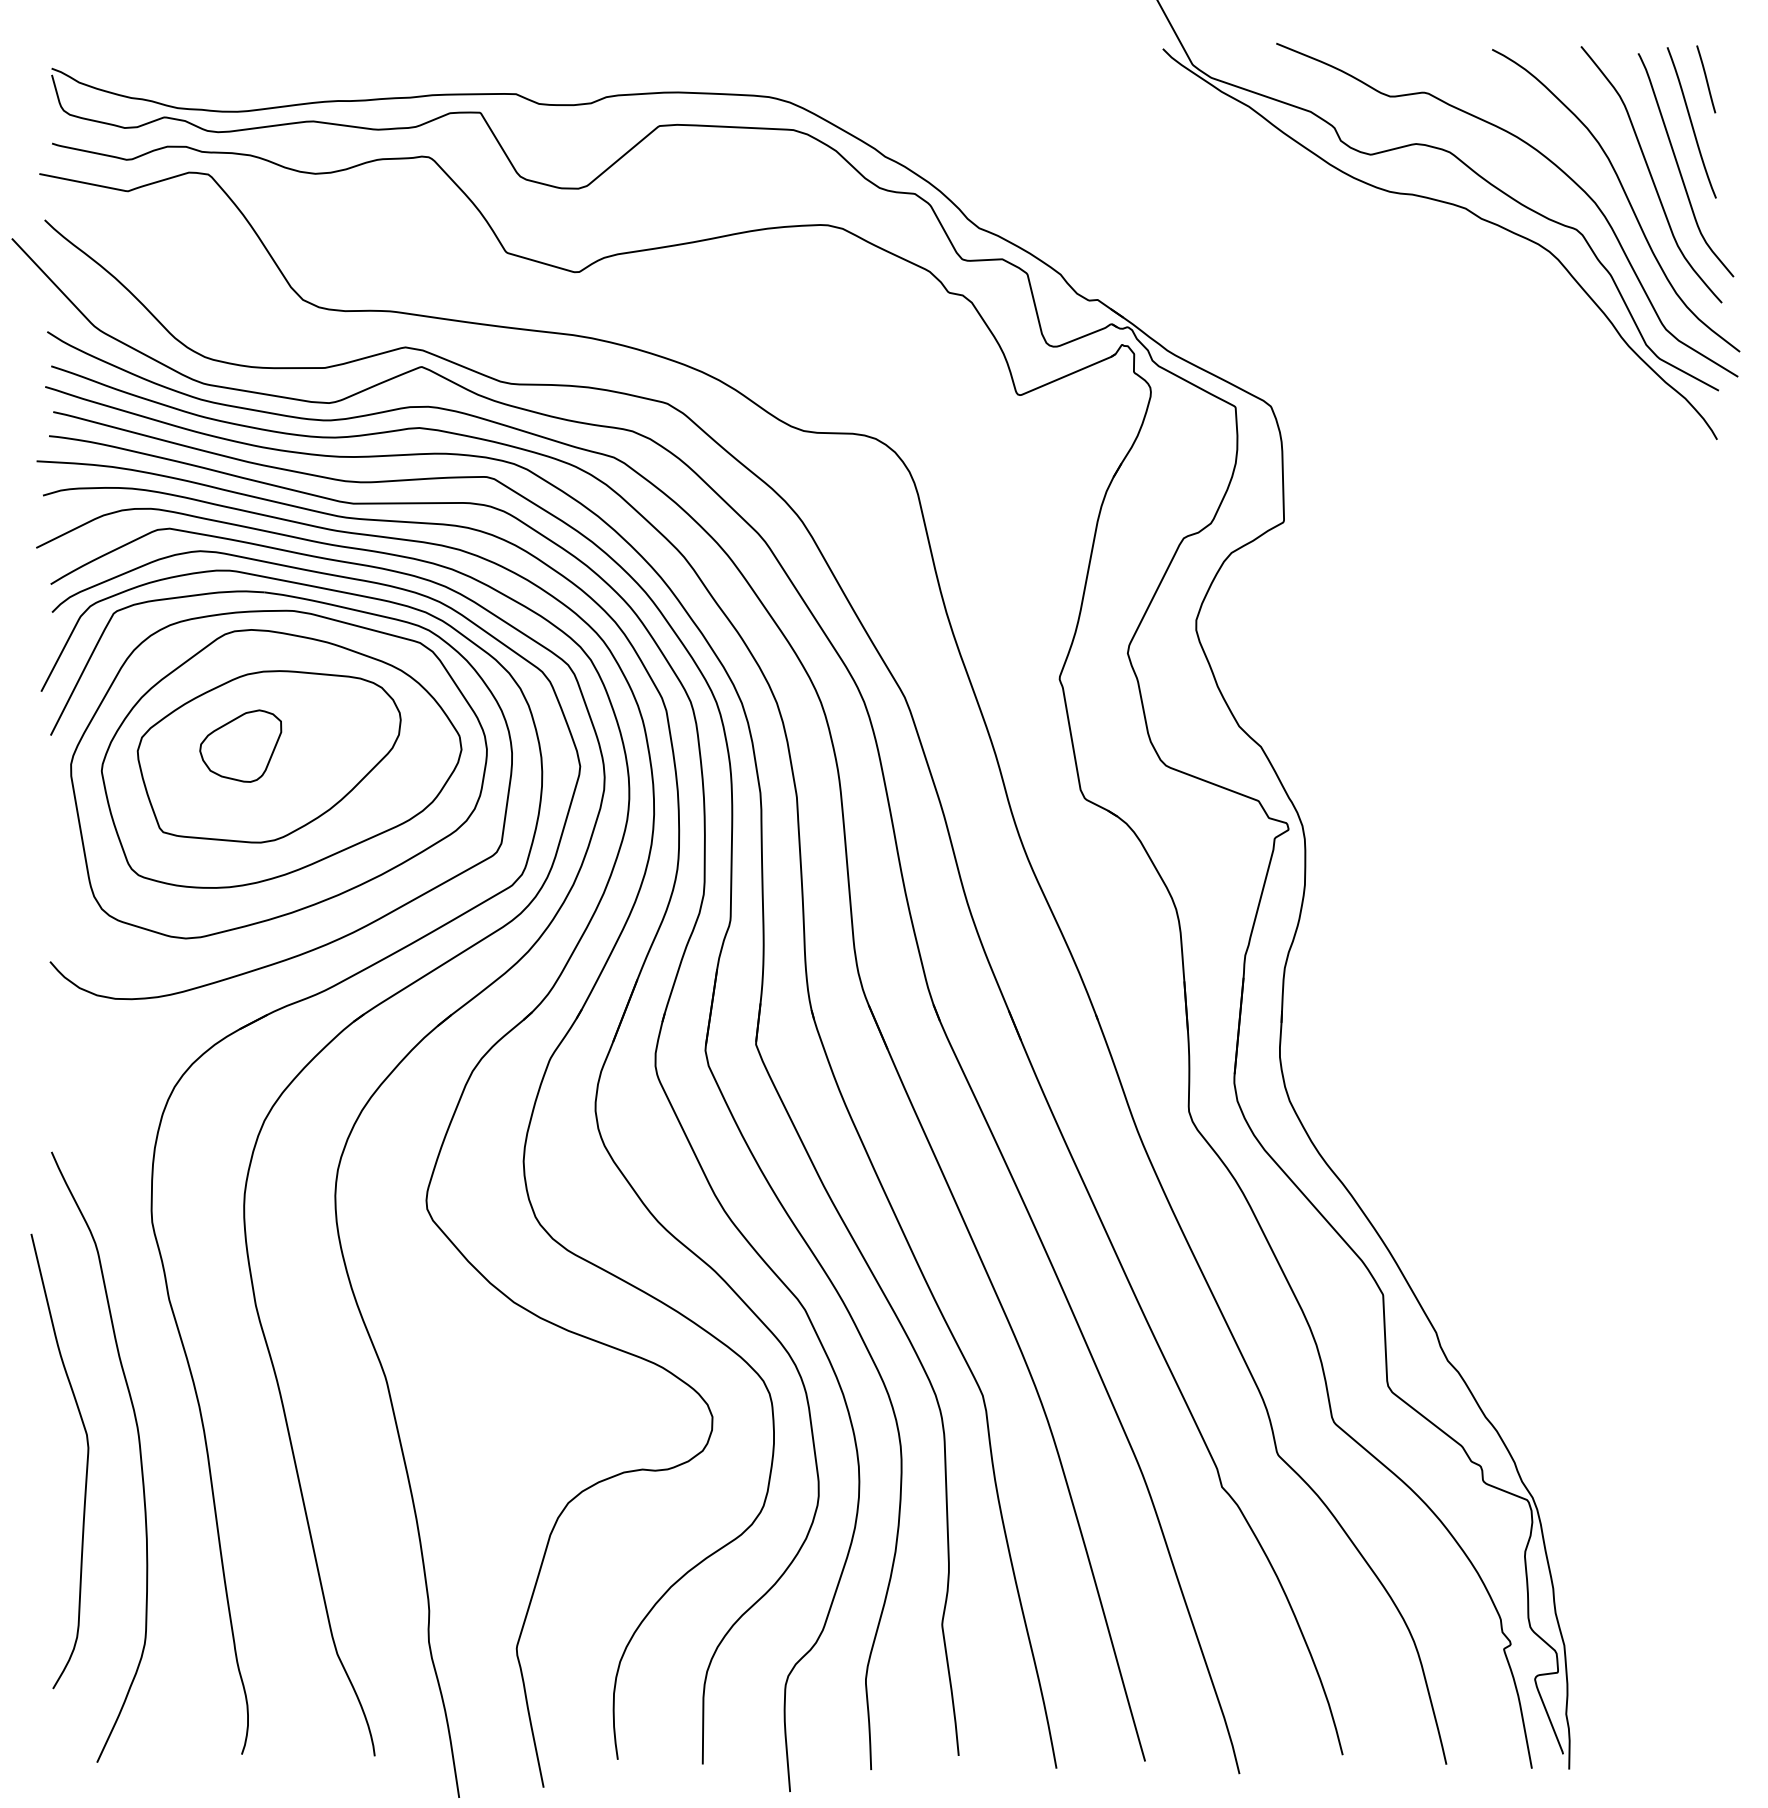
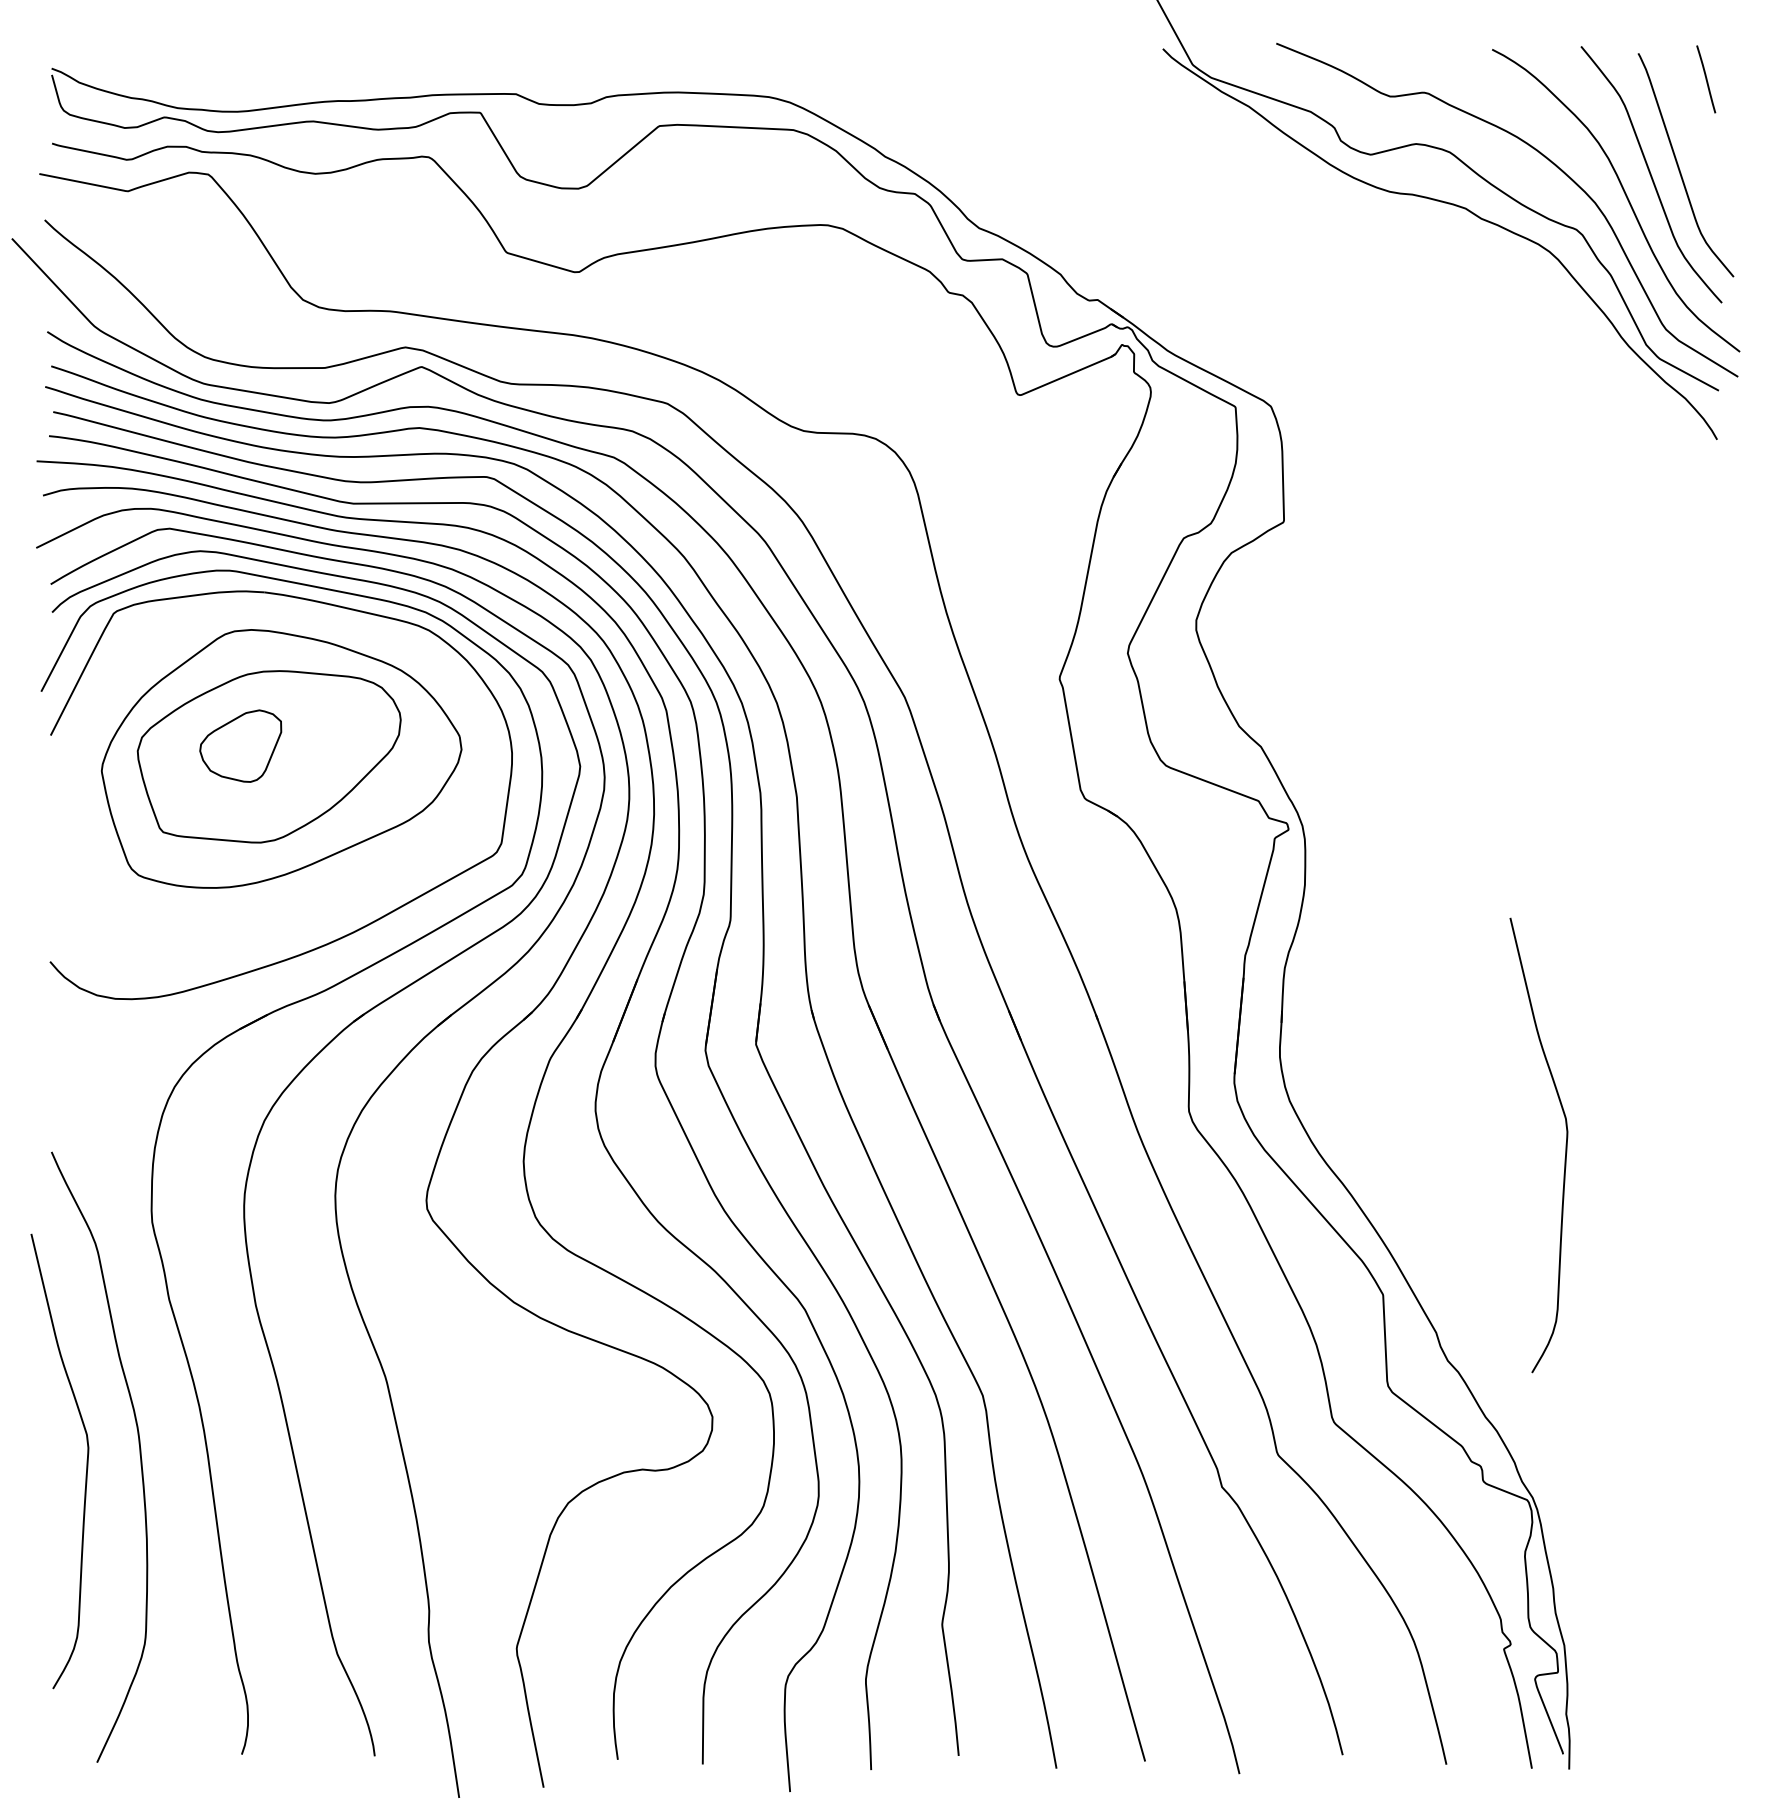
curve at (1691, 122): present -> none
part at (278, 774): present -> none
curve at (1565, 1145): none -> present
